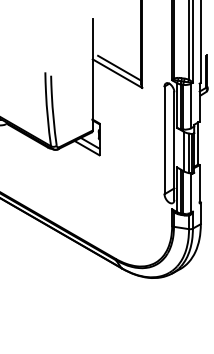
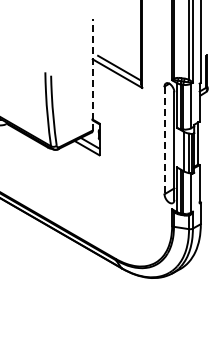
line at (92, 74): solid -> dashed
line at (164, 140): solid -> dashed
